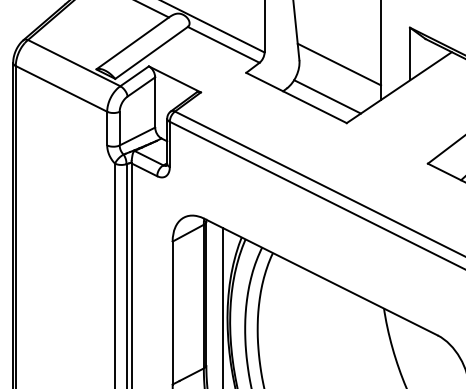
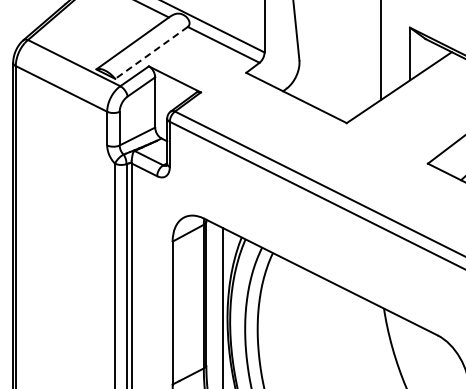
line at (151, 52): solid -> dashed
line at (339, 64): present -> none
line at (327, 96): present -> none
